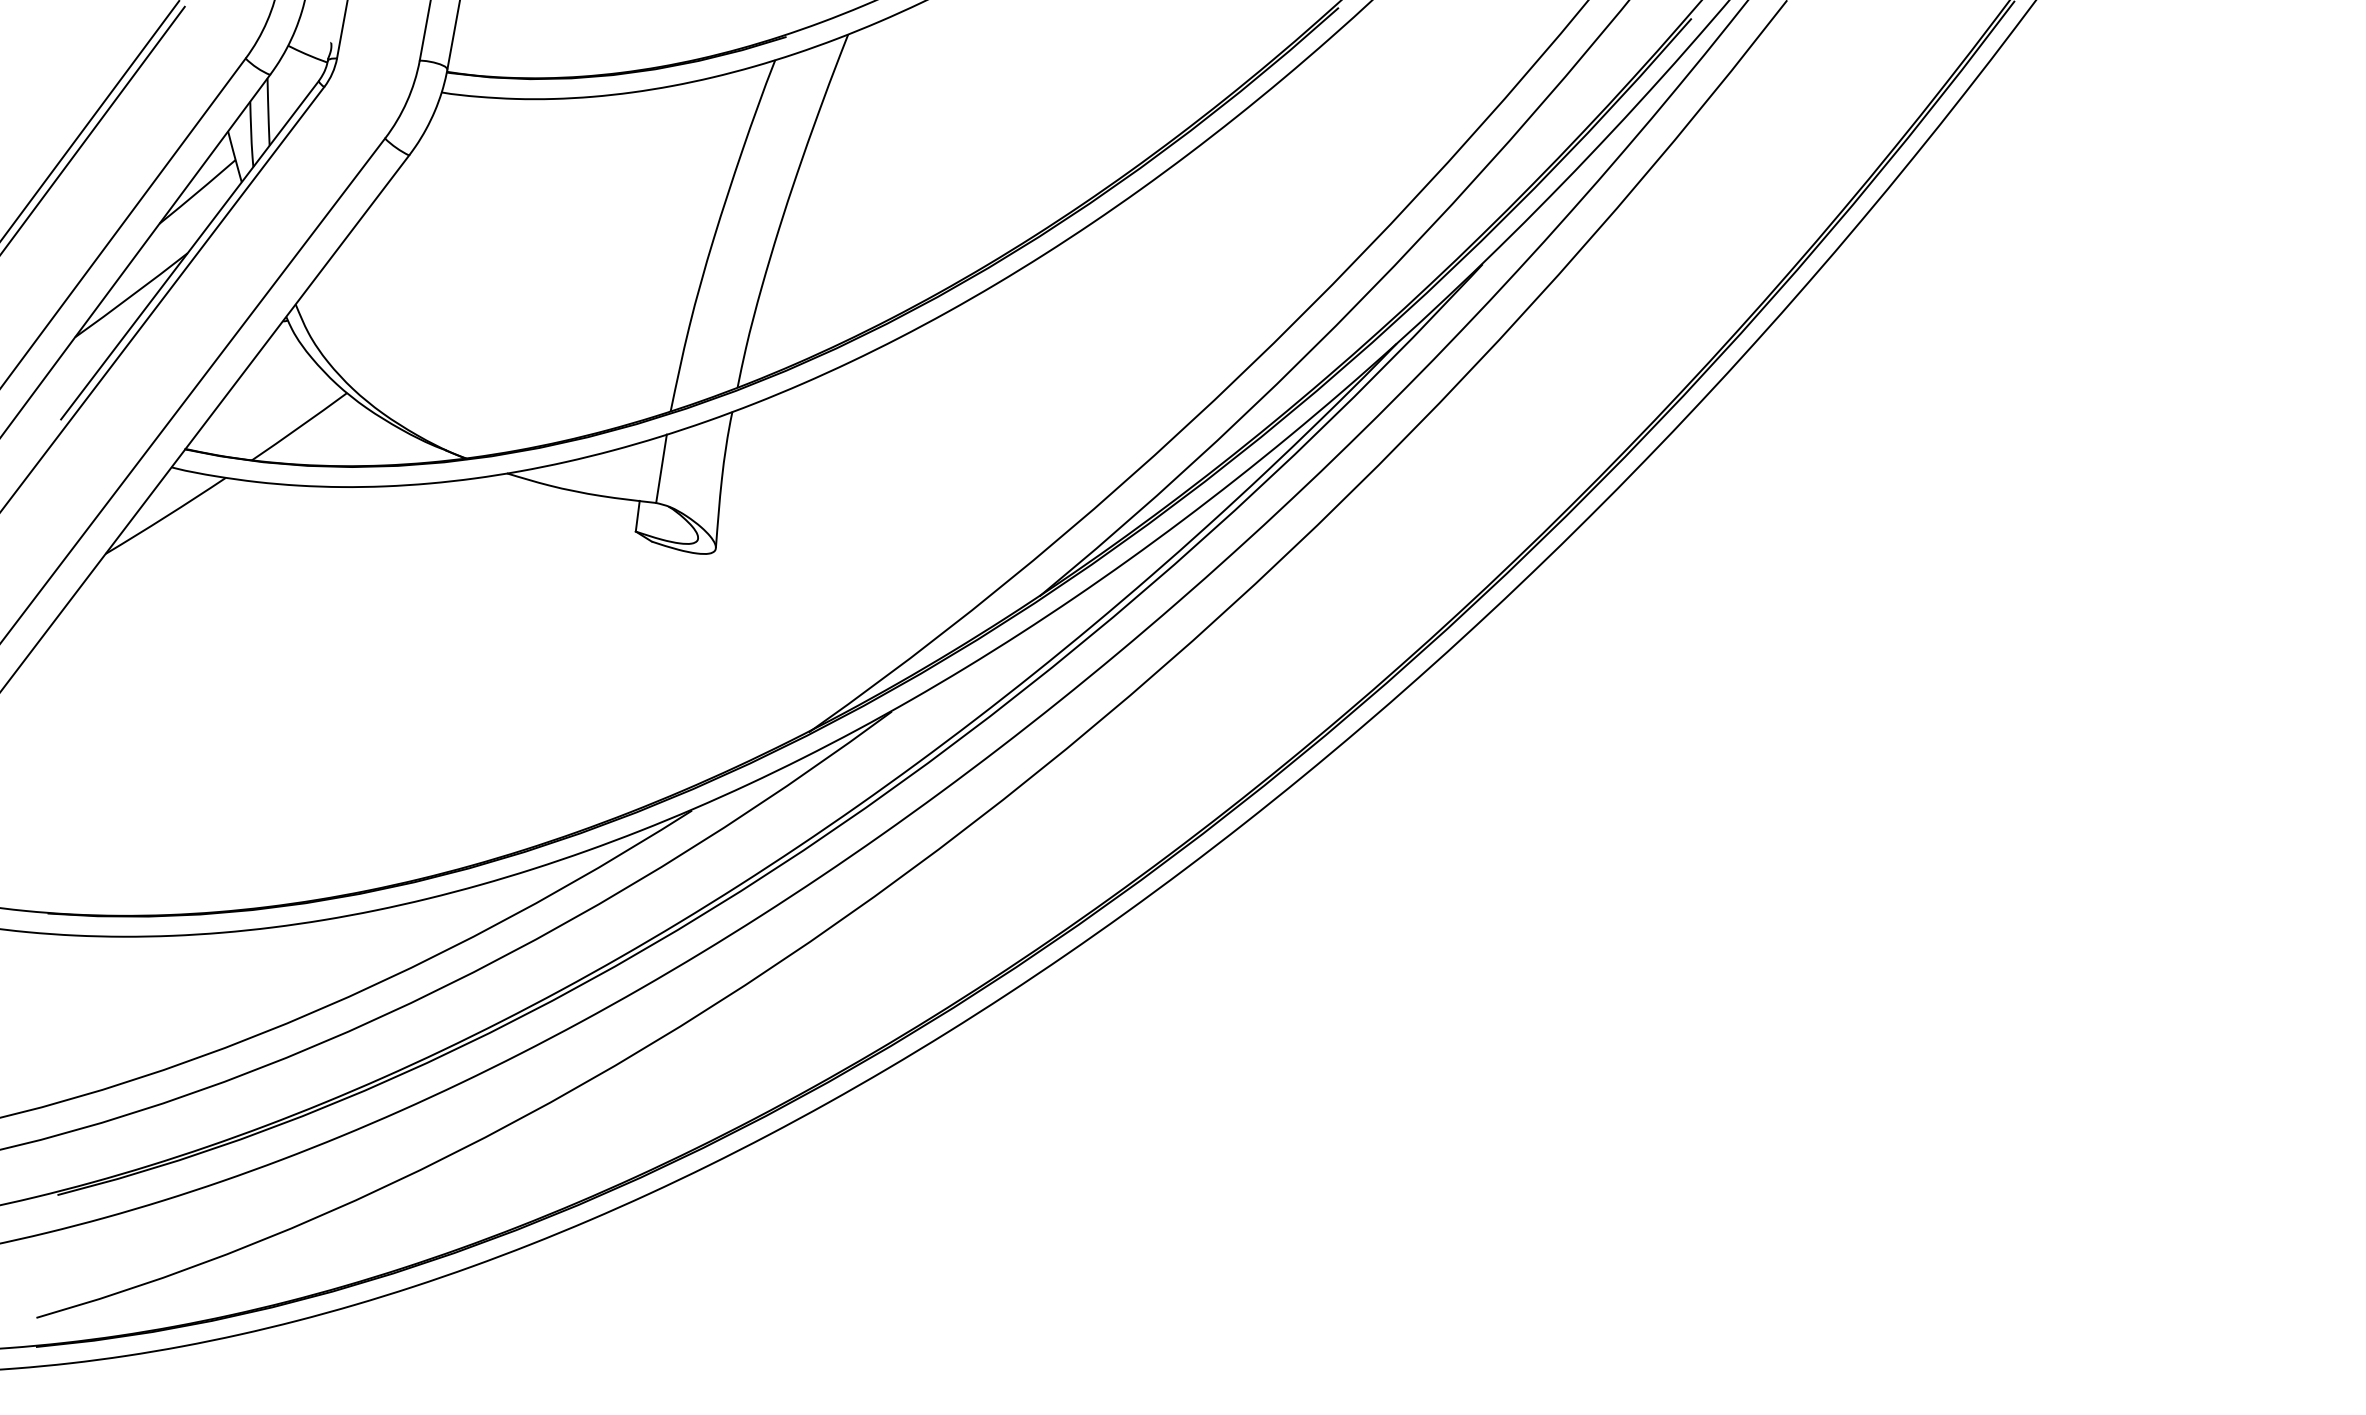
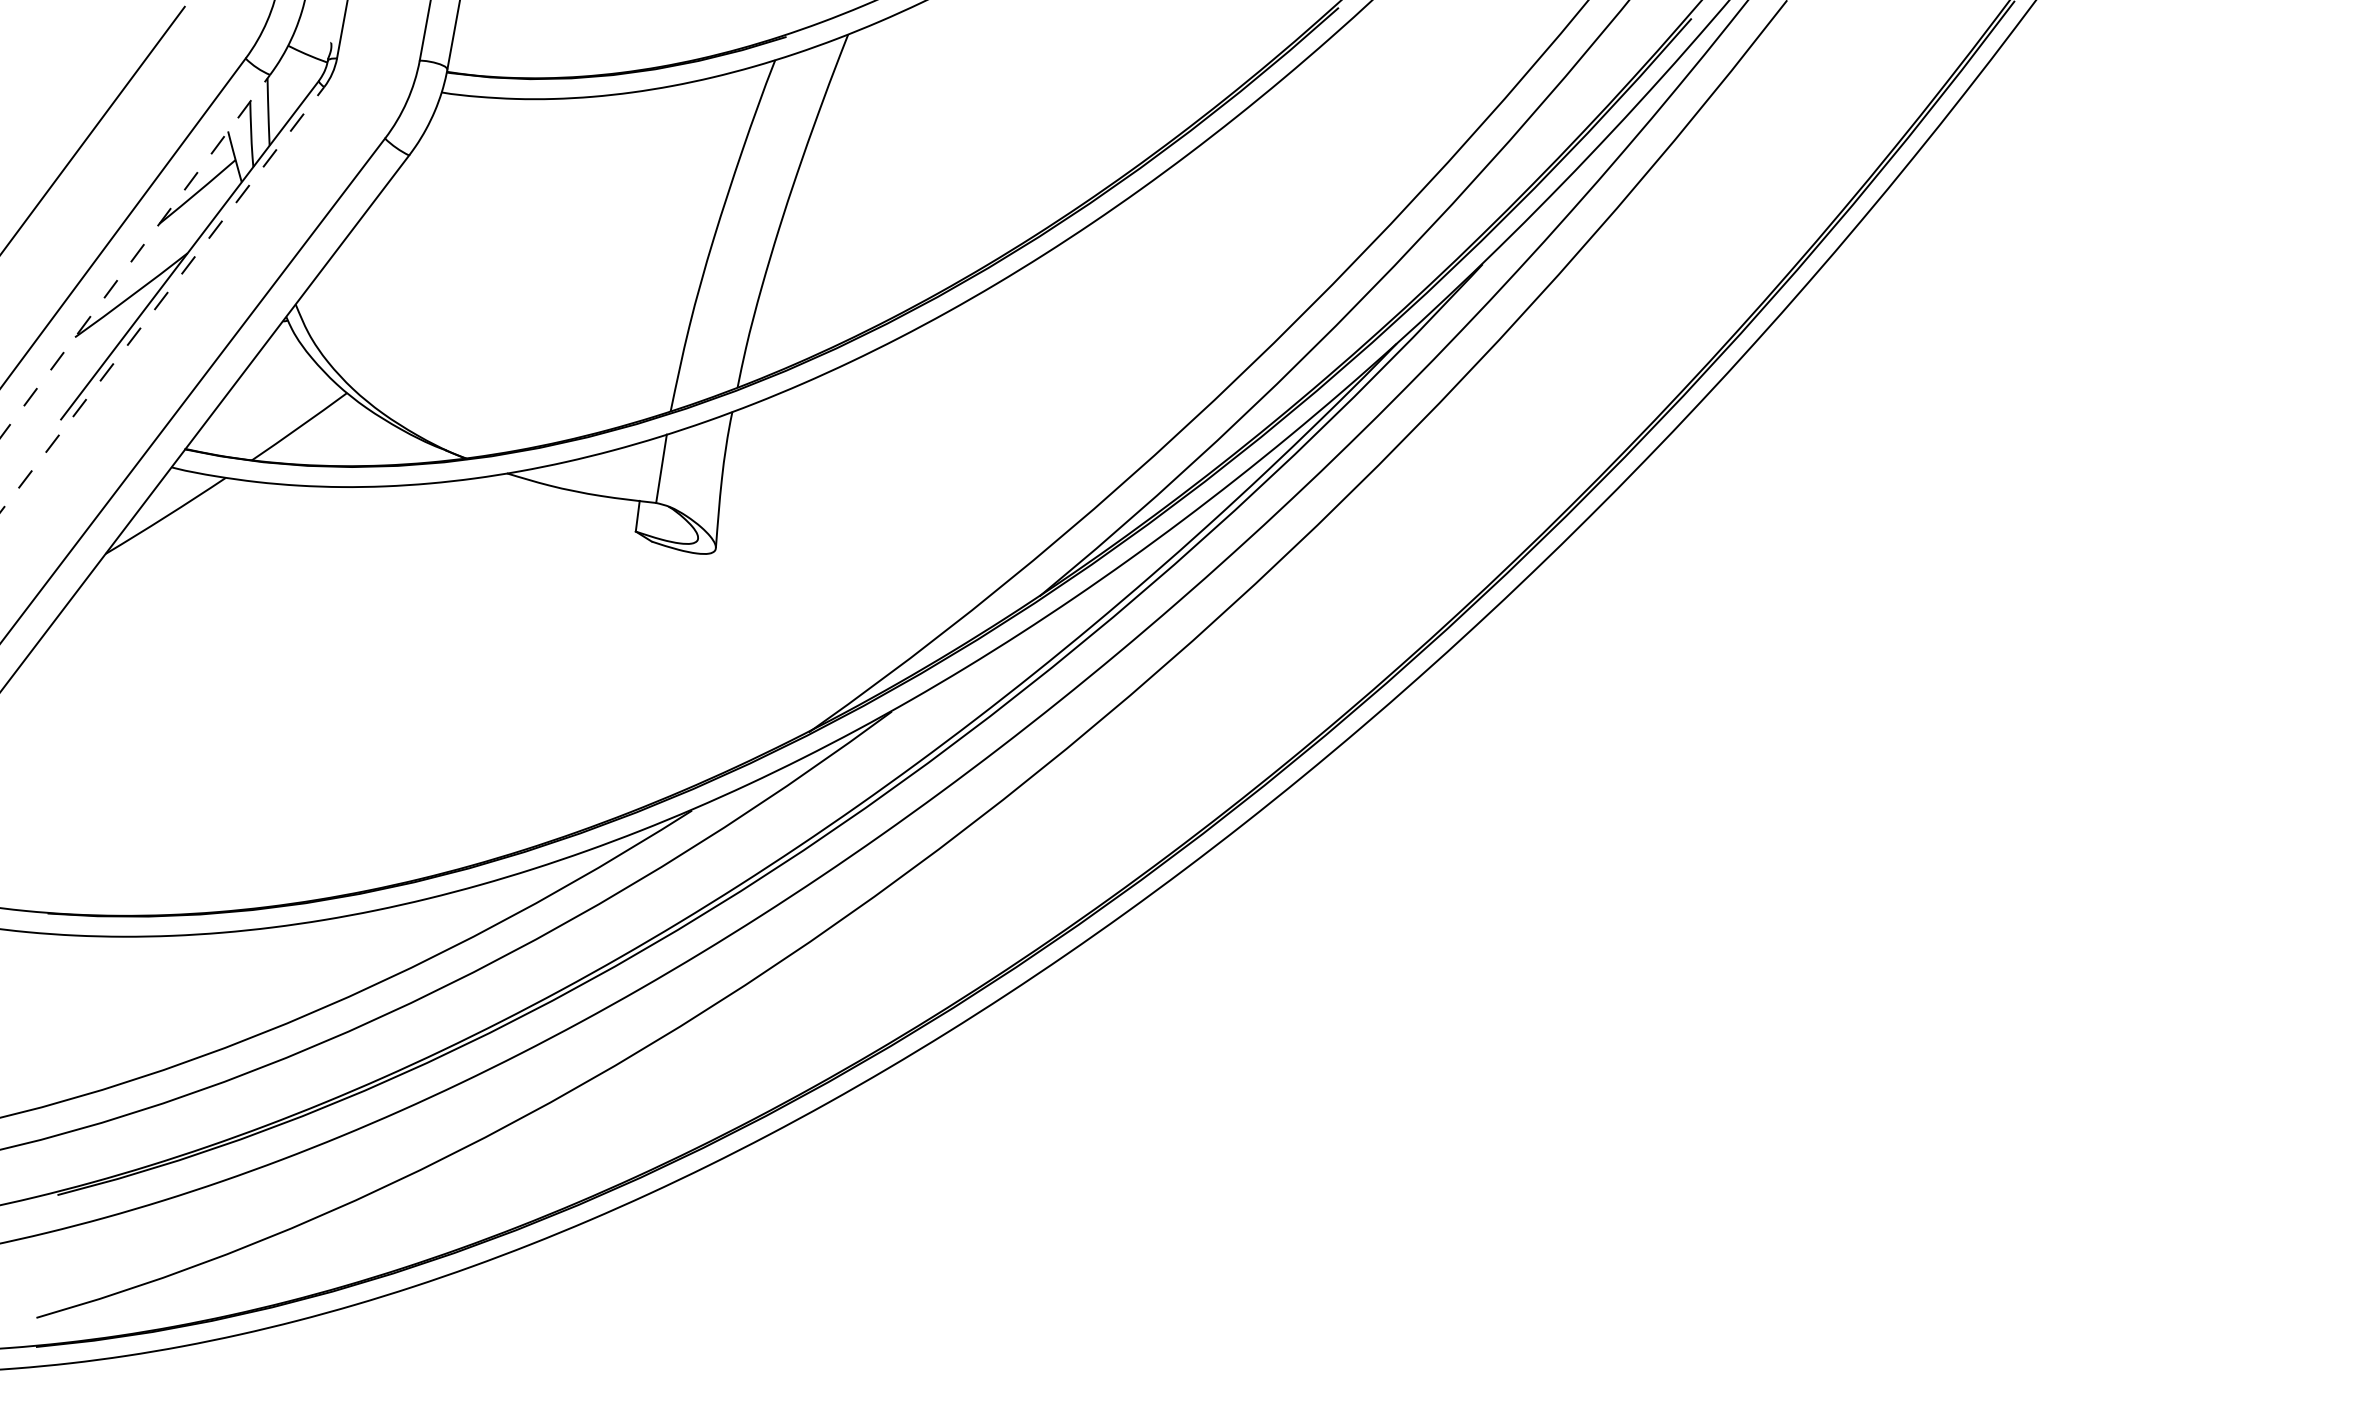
line at (90, 120): present -> none
line at (135, 256): solid -> dashed
line at (162, 299): solid -> dashed
